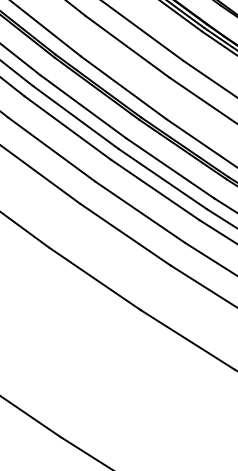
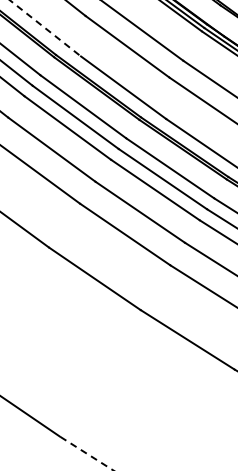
line at (45, 28): solid -> dashed
line at (86, 453): solid -> dashed
